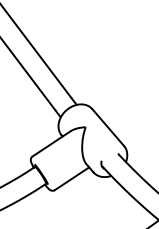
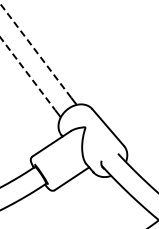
line at (35, 50): solid -> dashed
line at (28, 74): solid -> dashed
